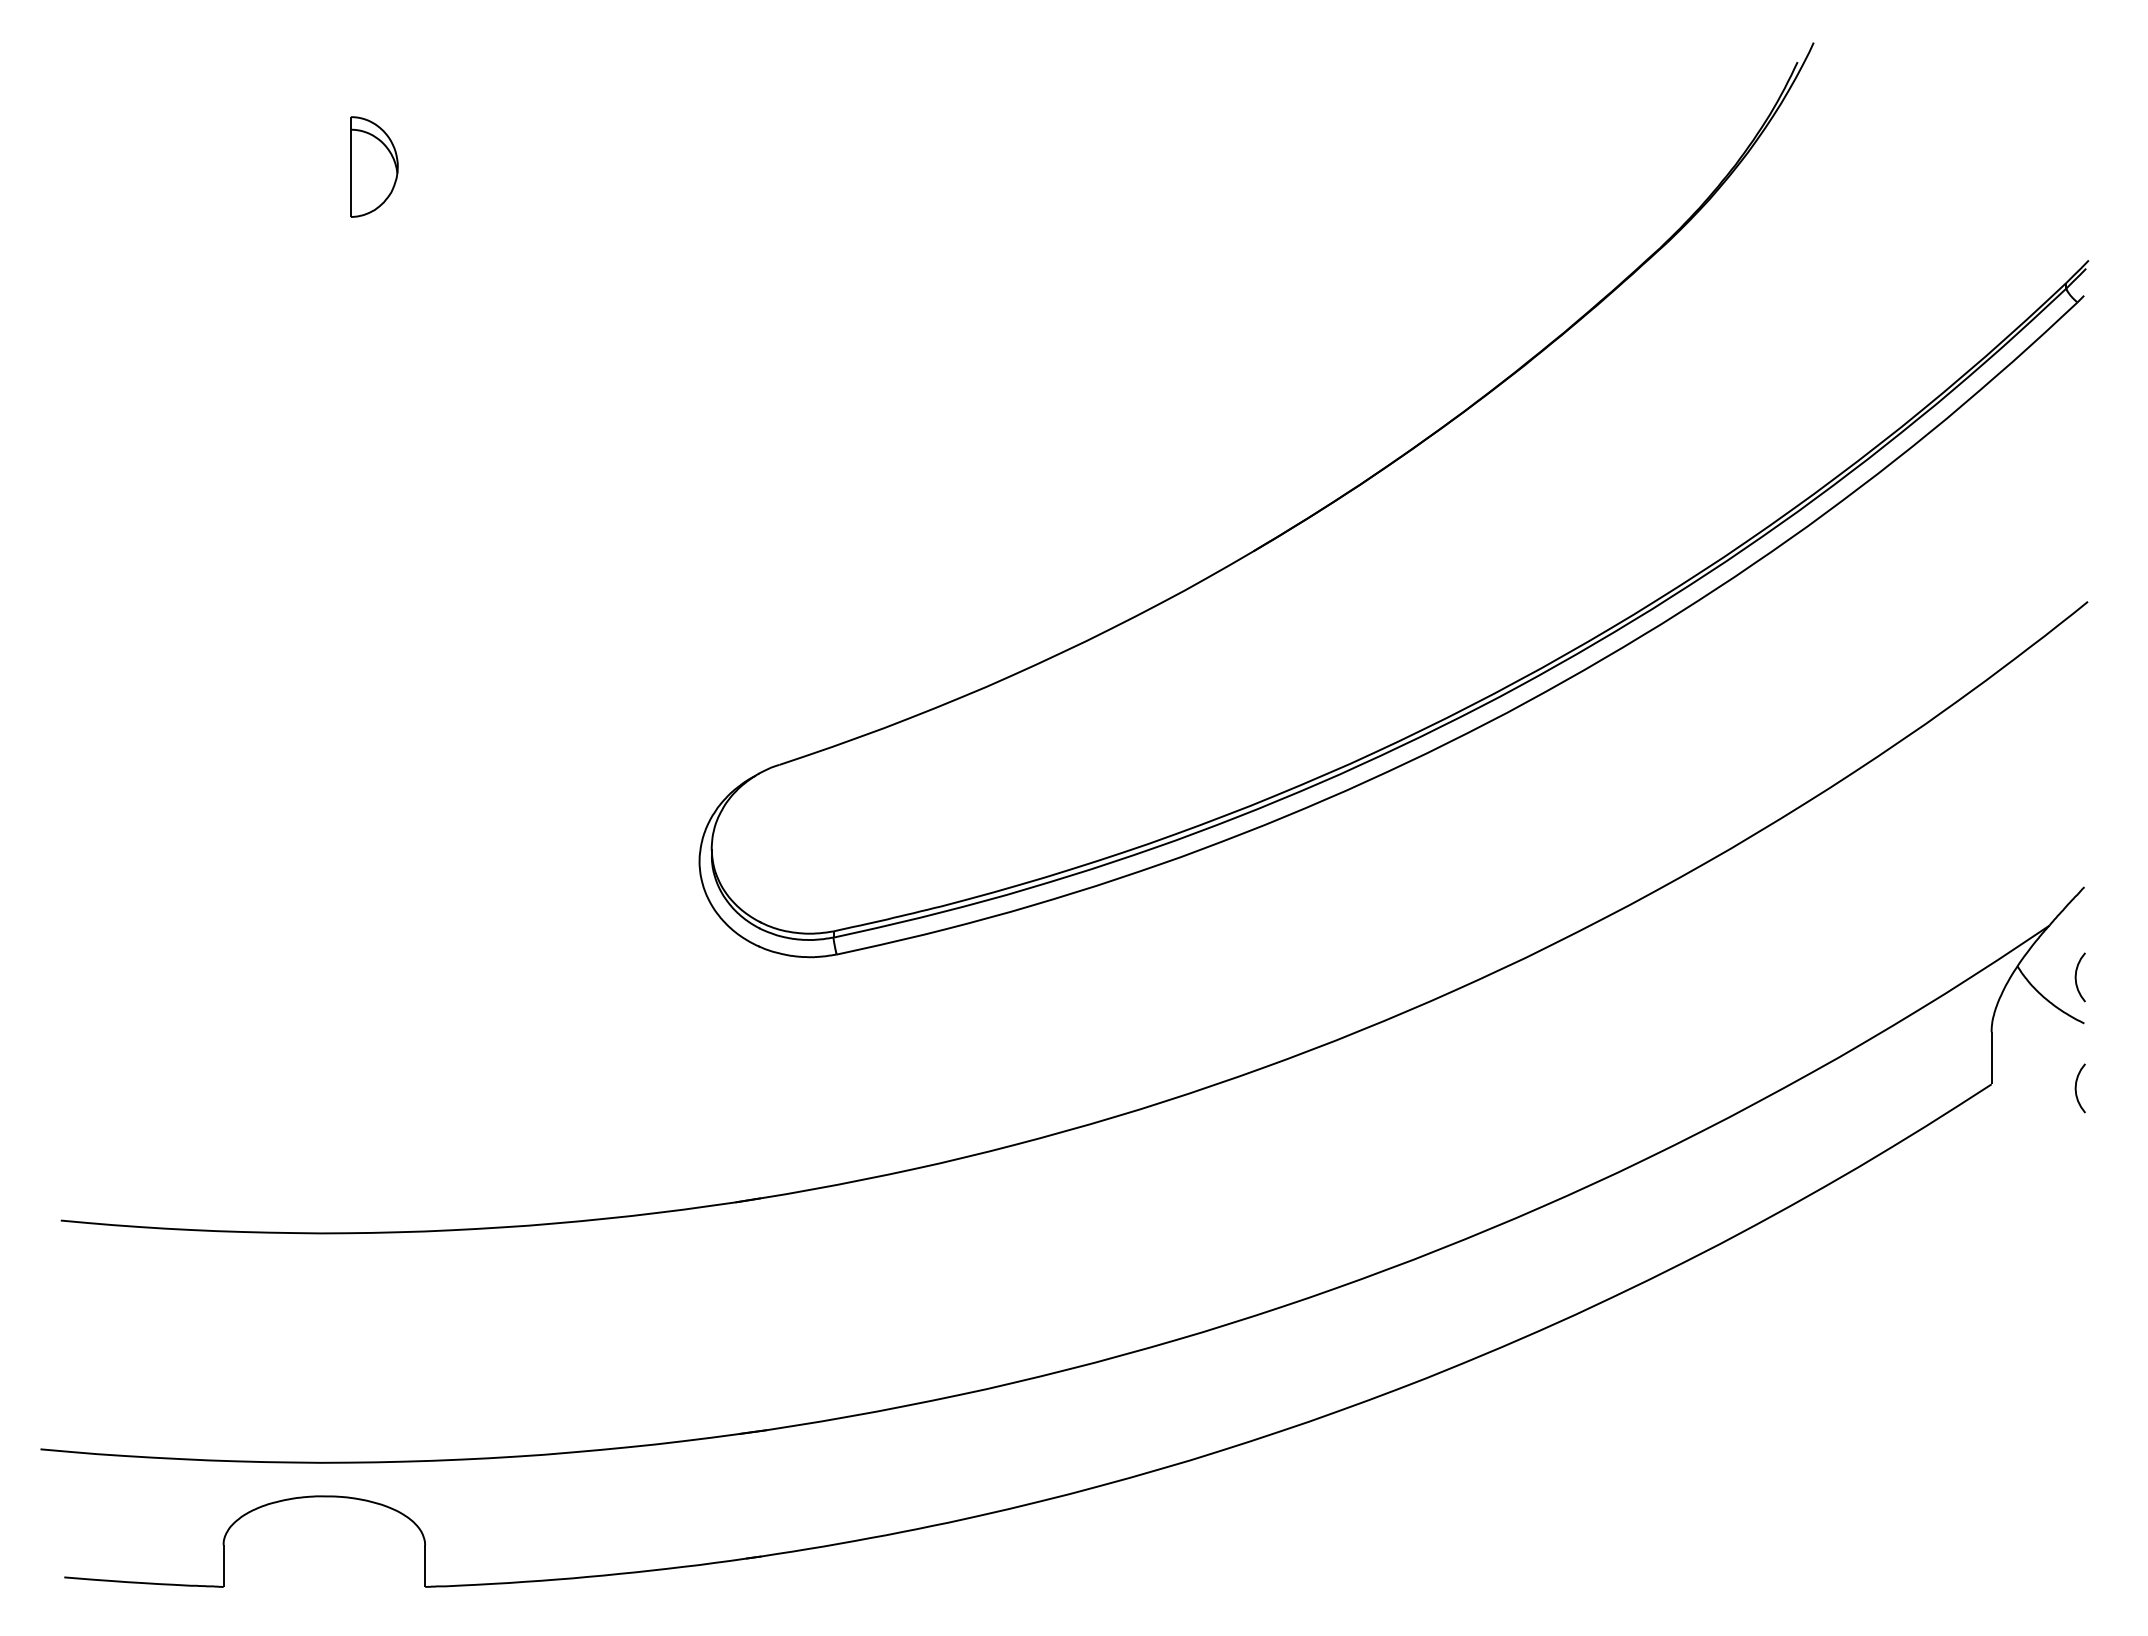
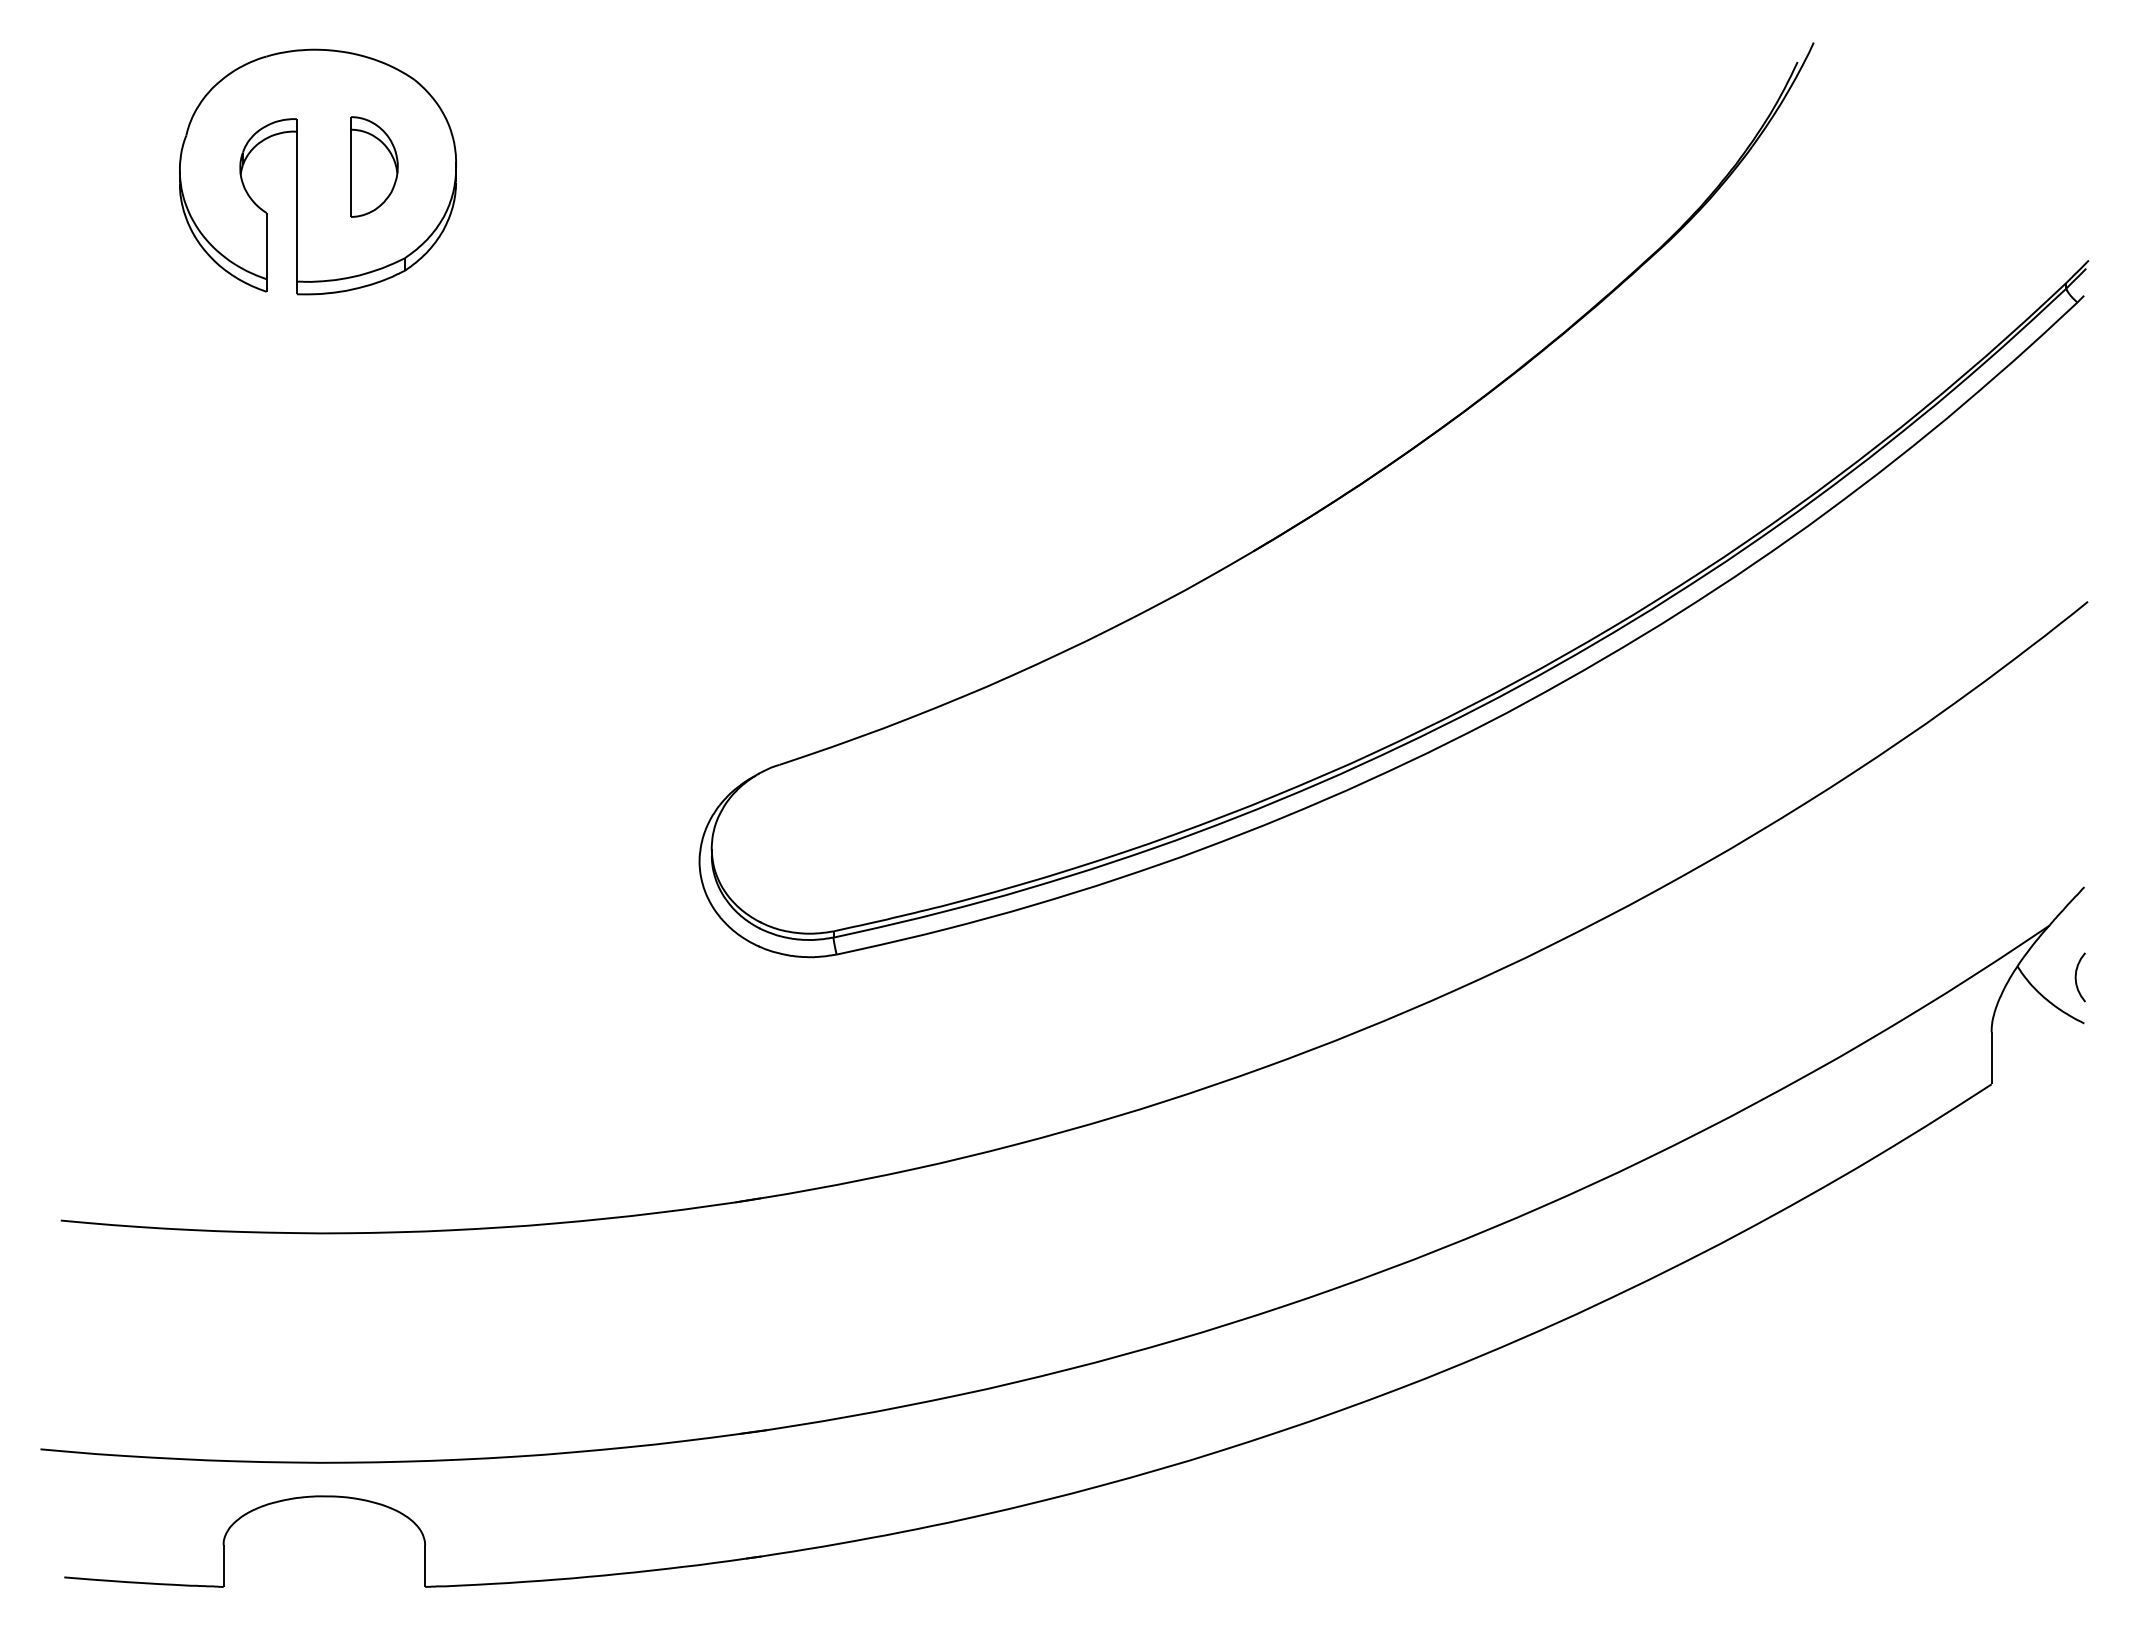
part at (317, 171): none -> present
curve at (2076, 1088): present -> none
